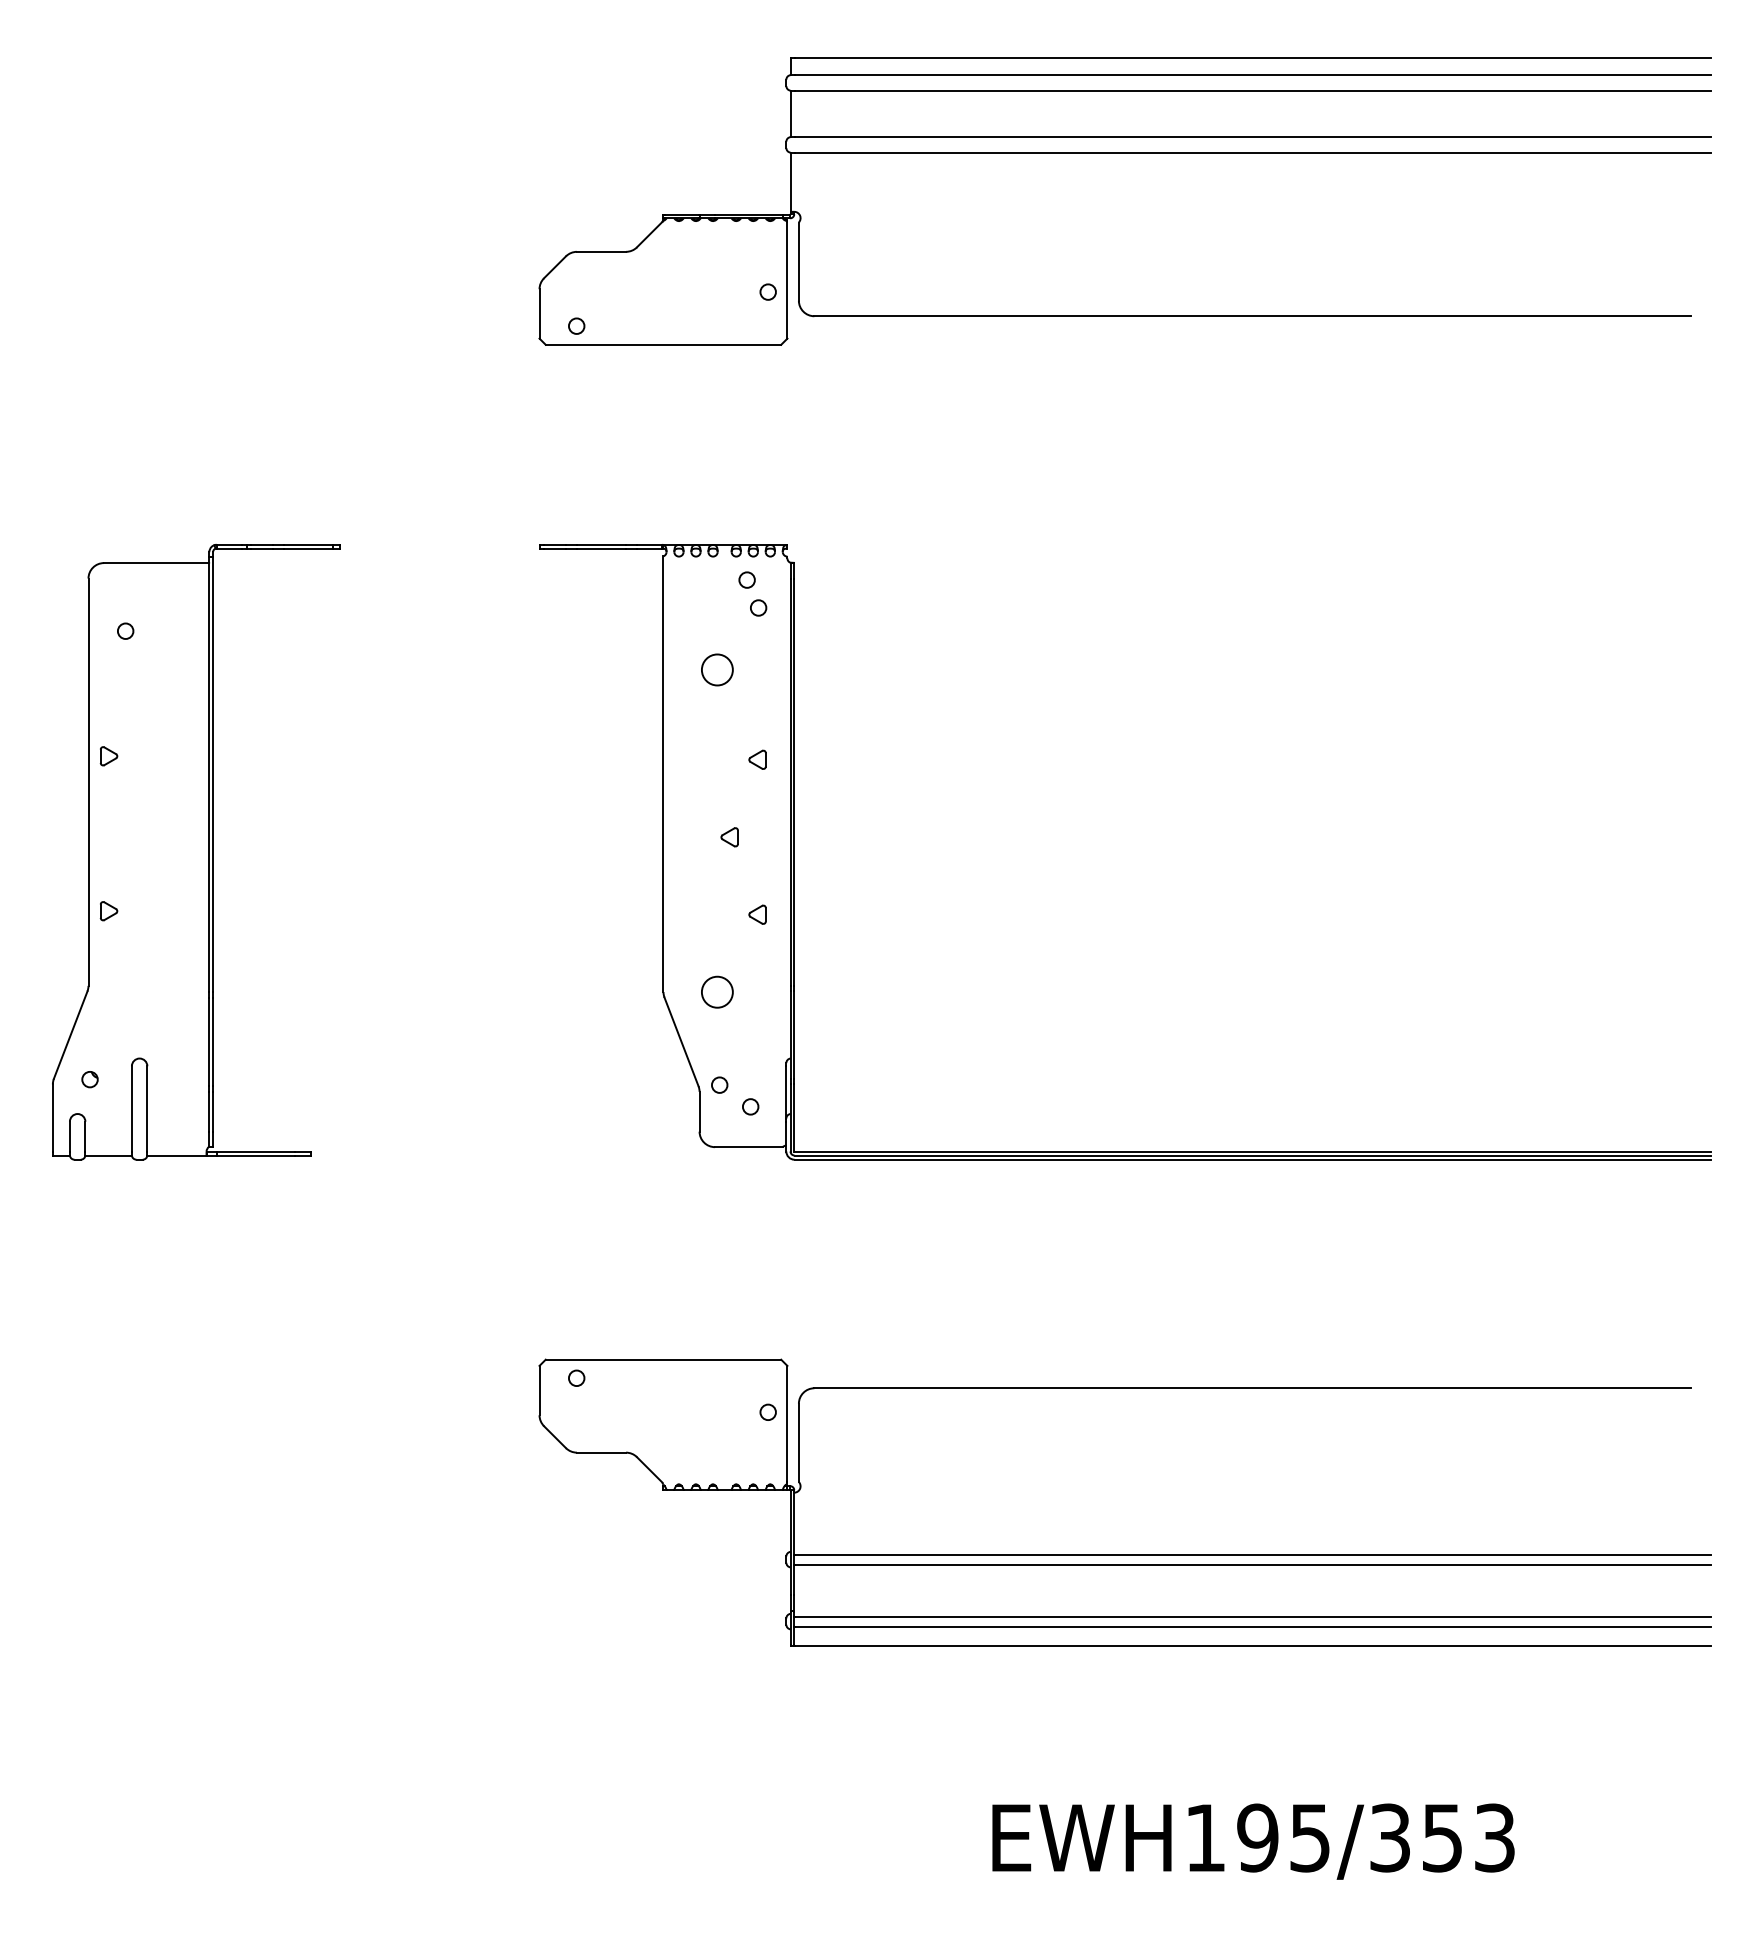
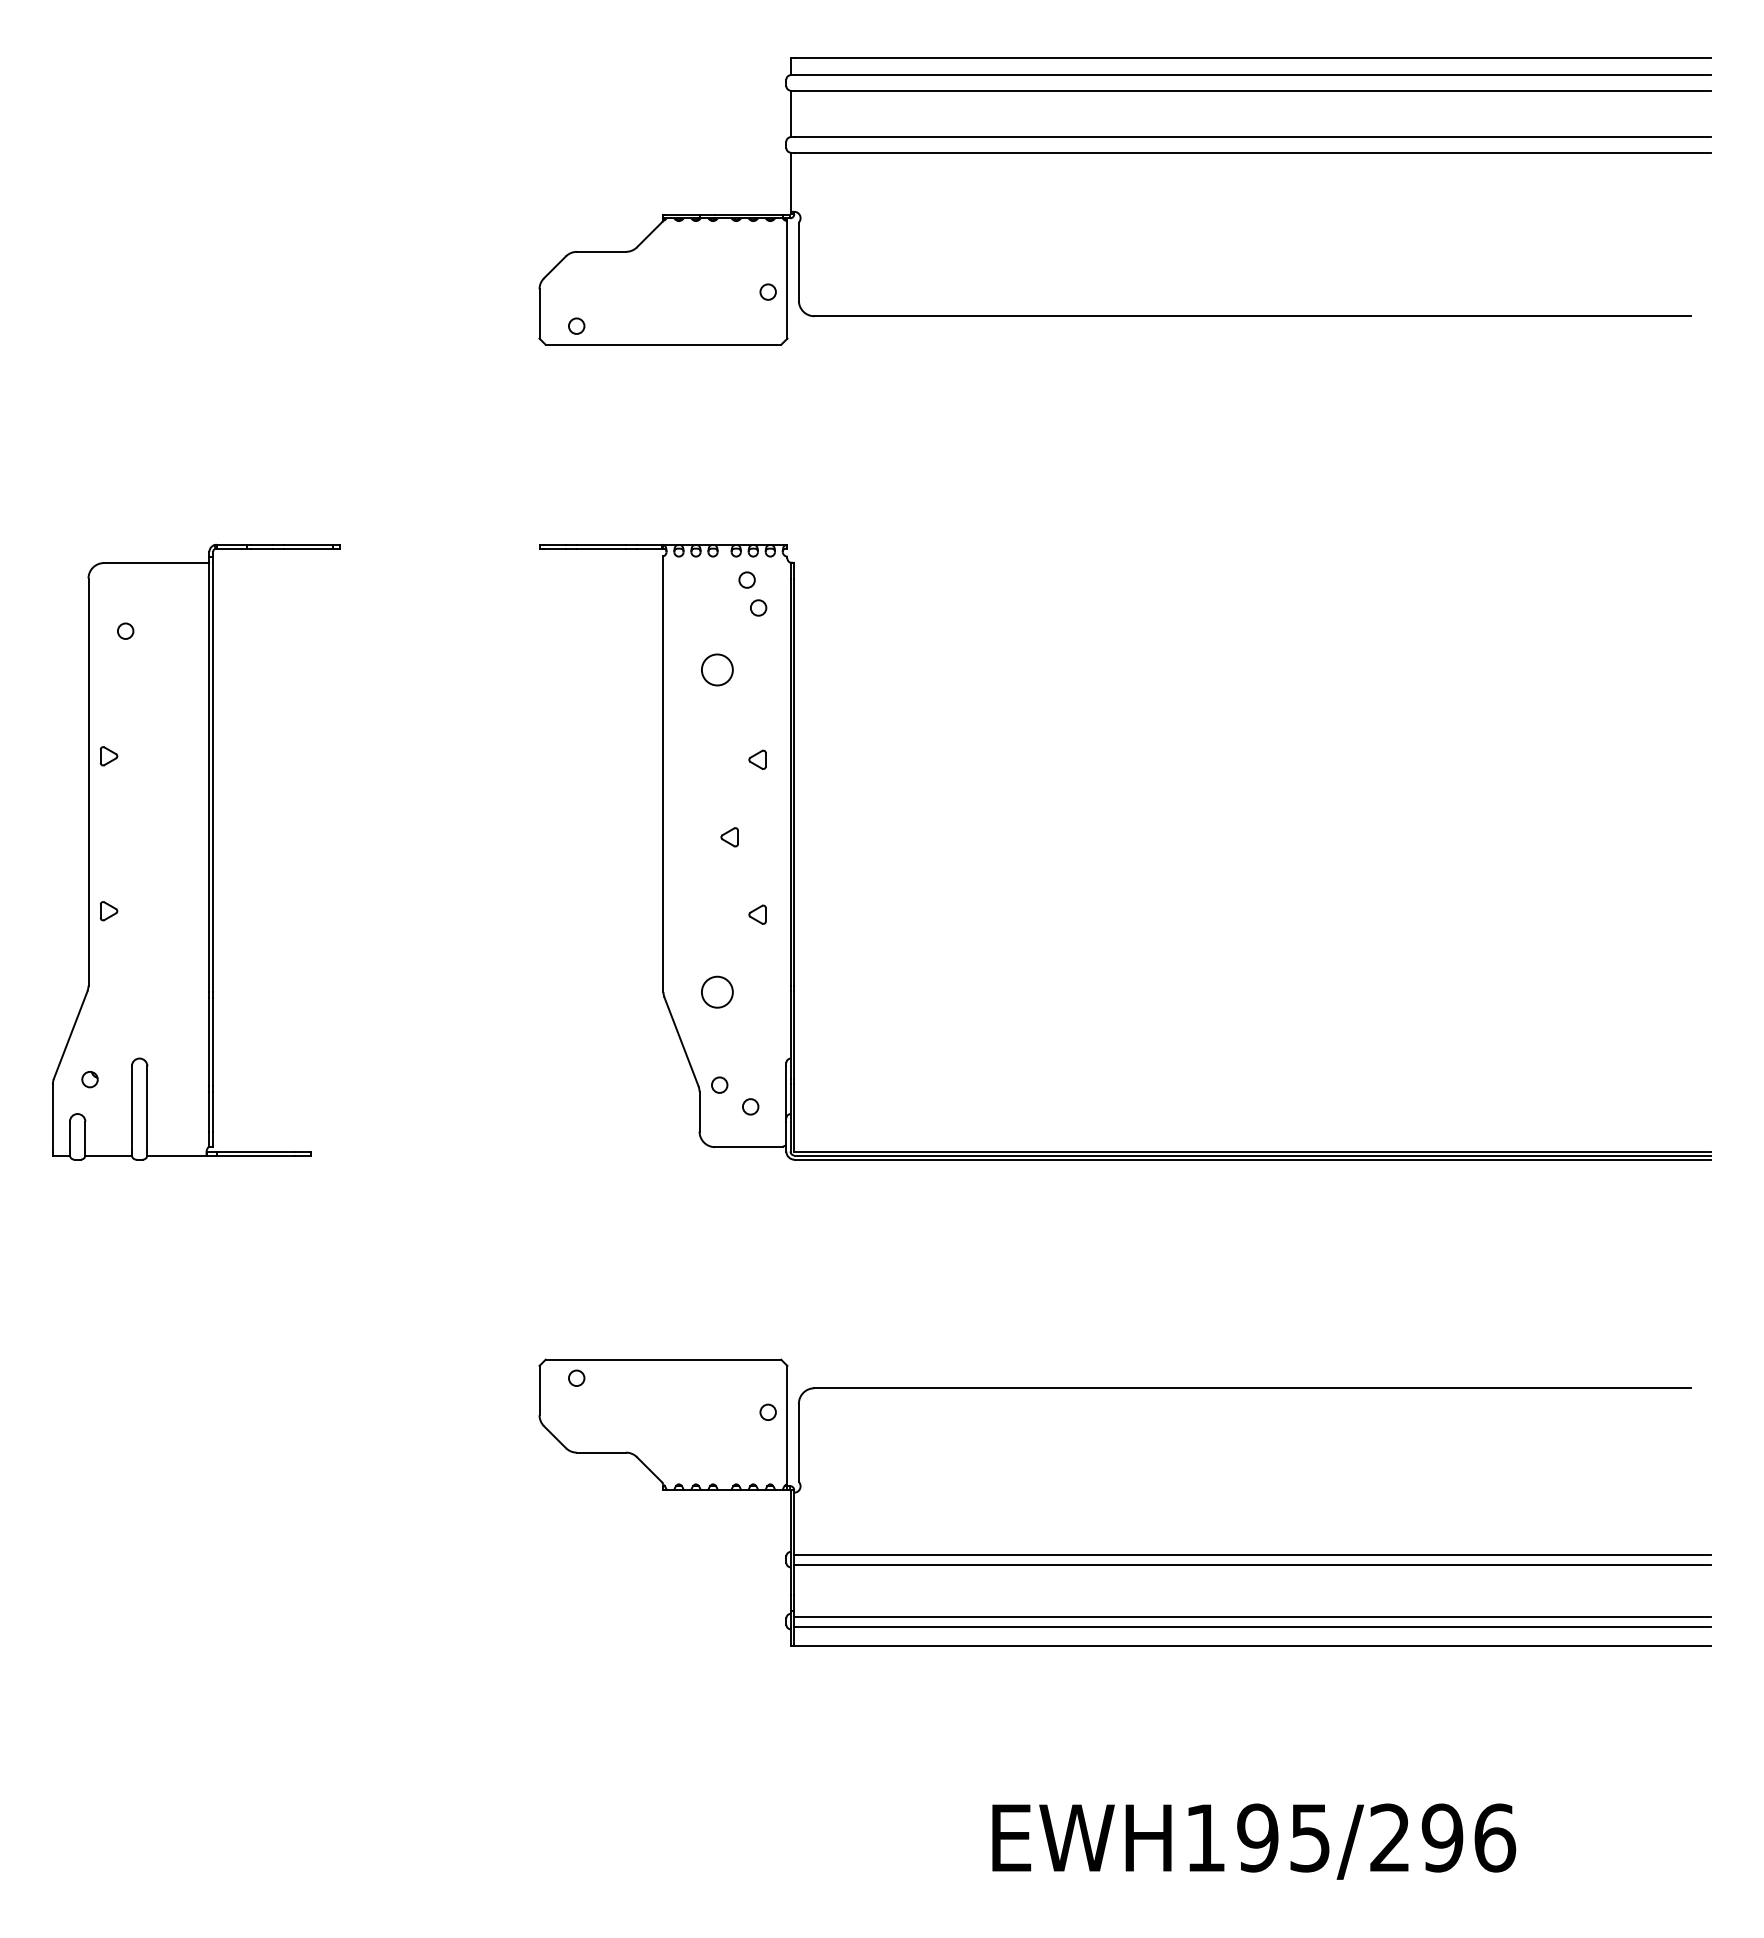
text at (1443, 1837): EWH195/353 -> EWH195/296
